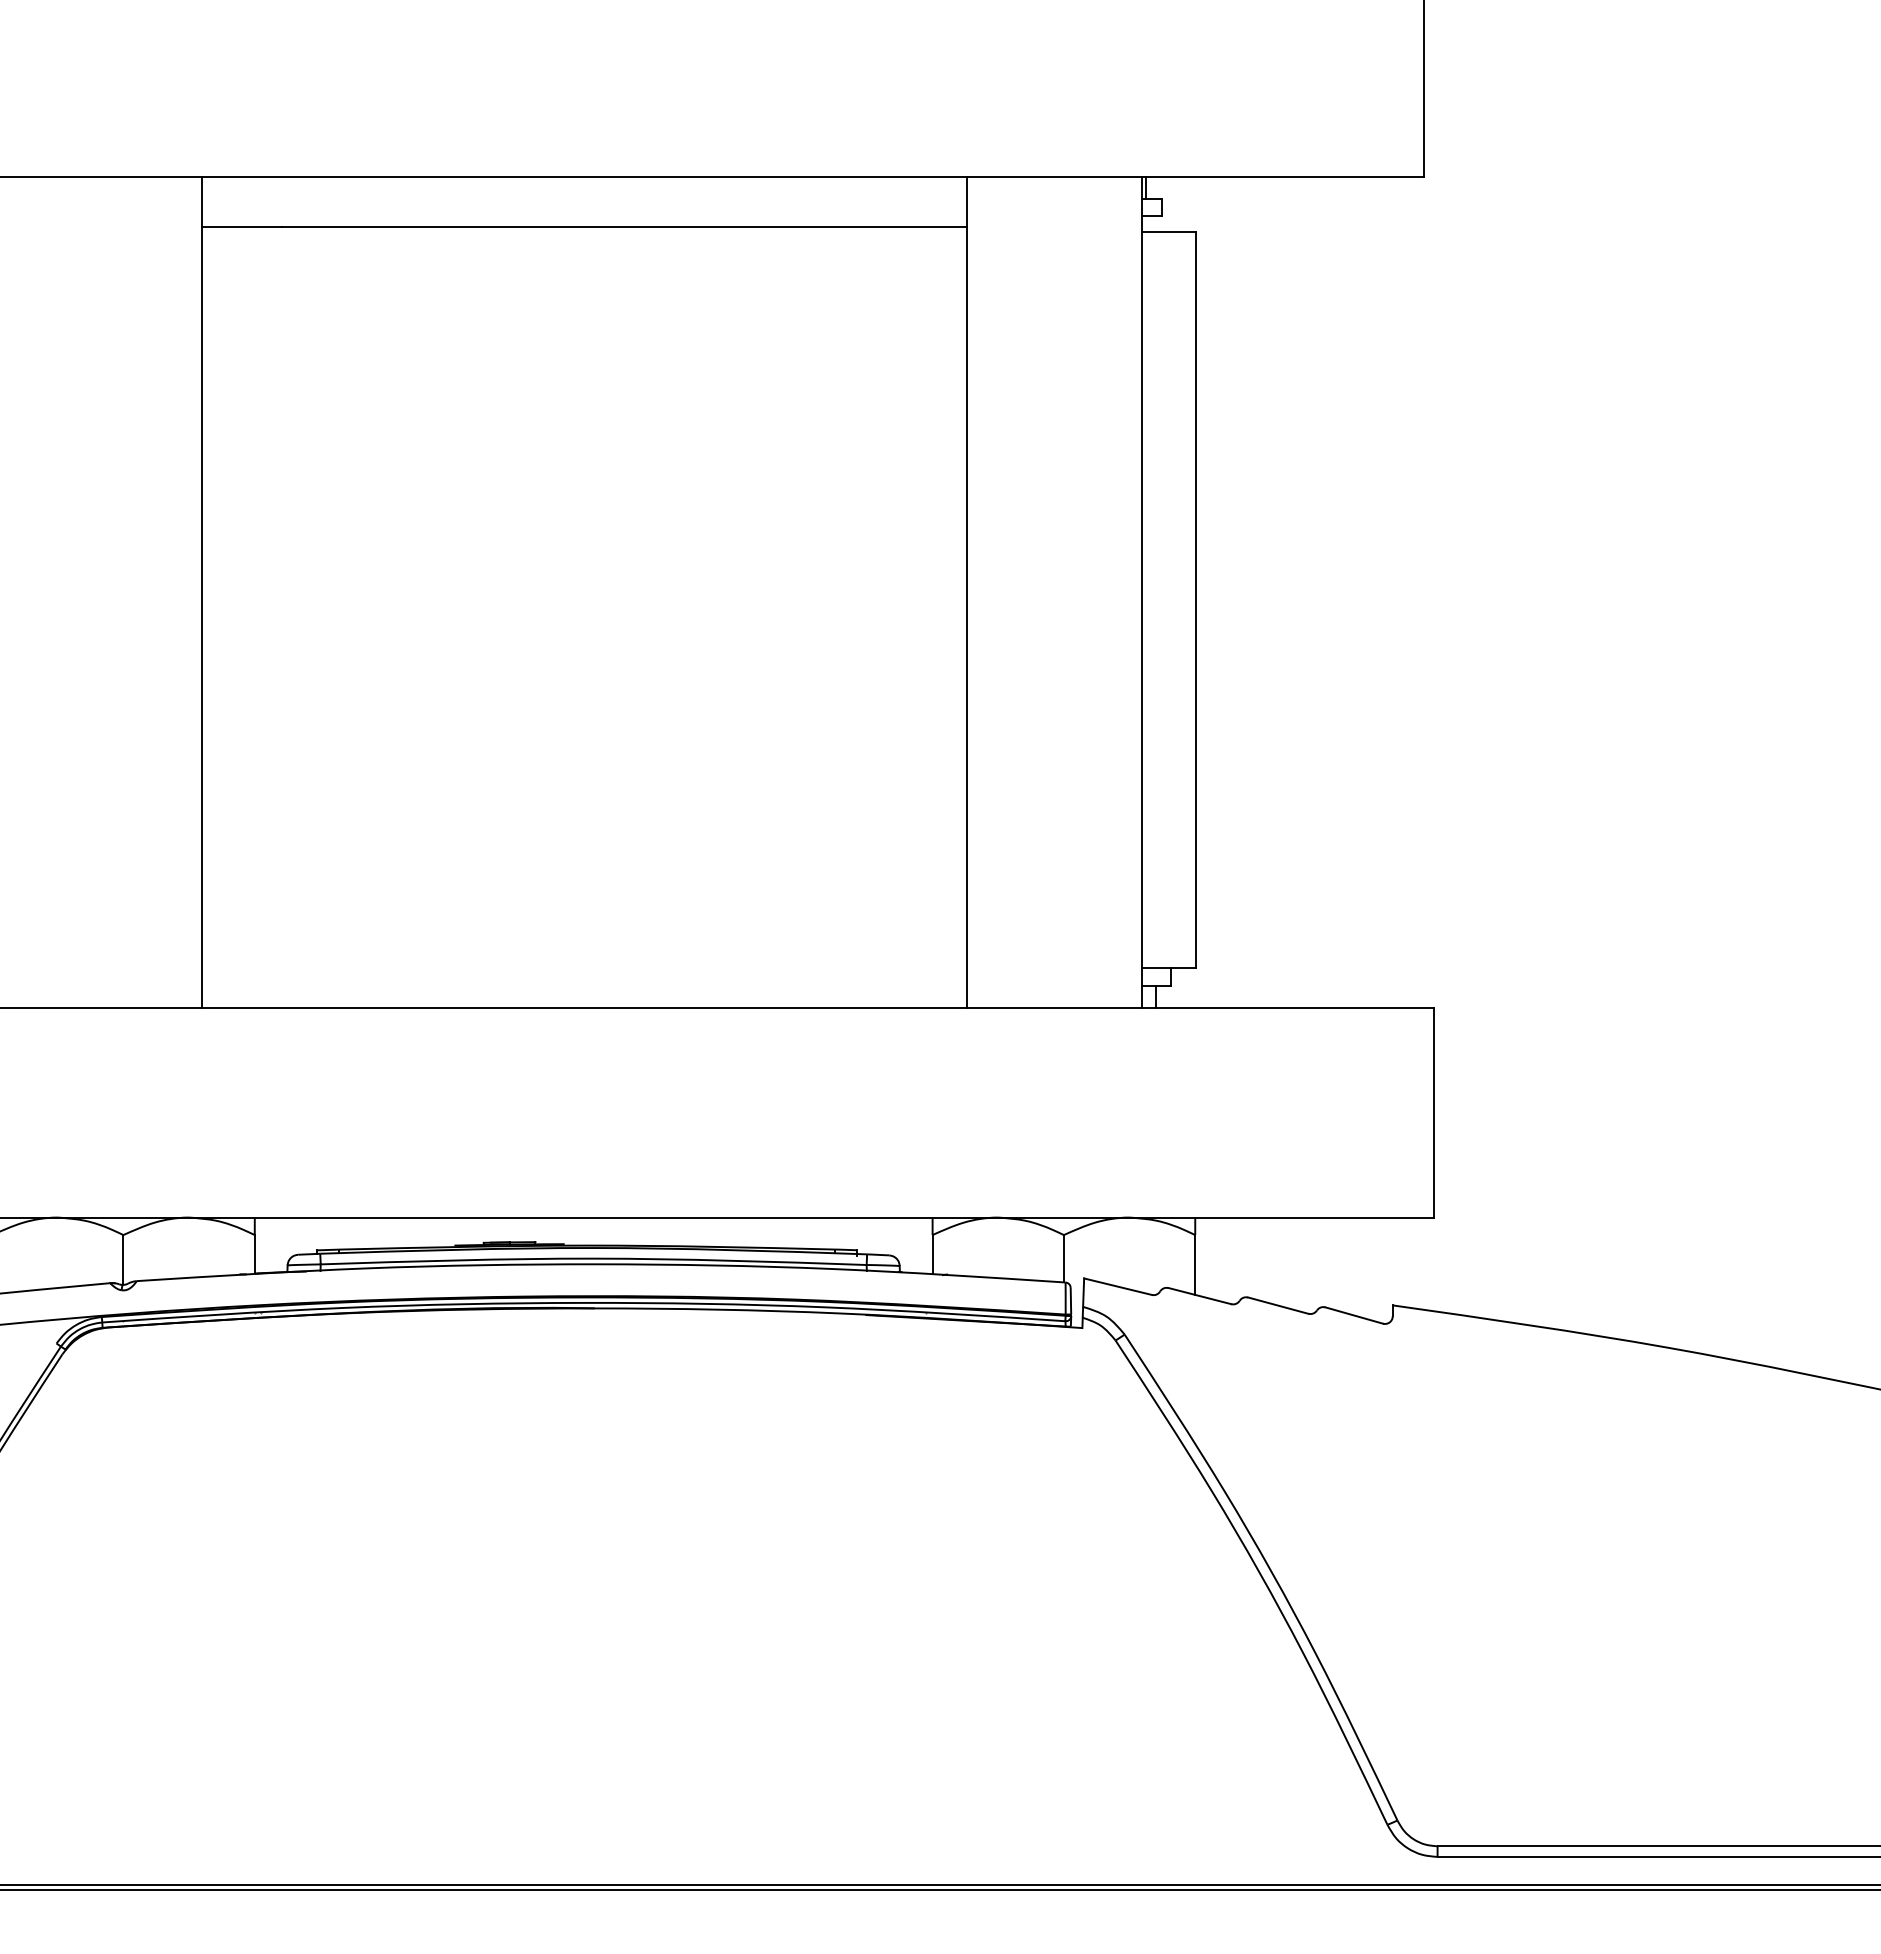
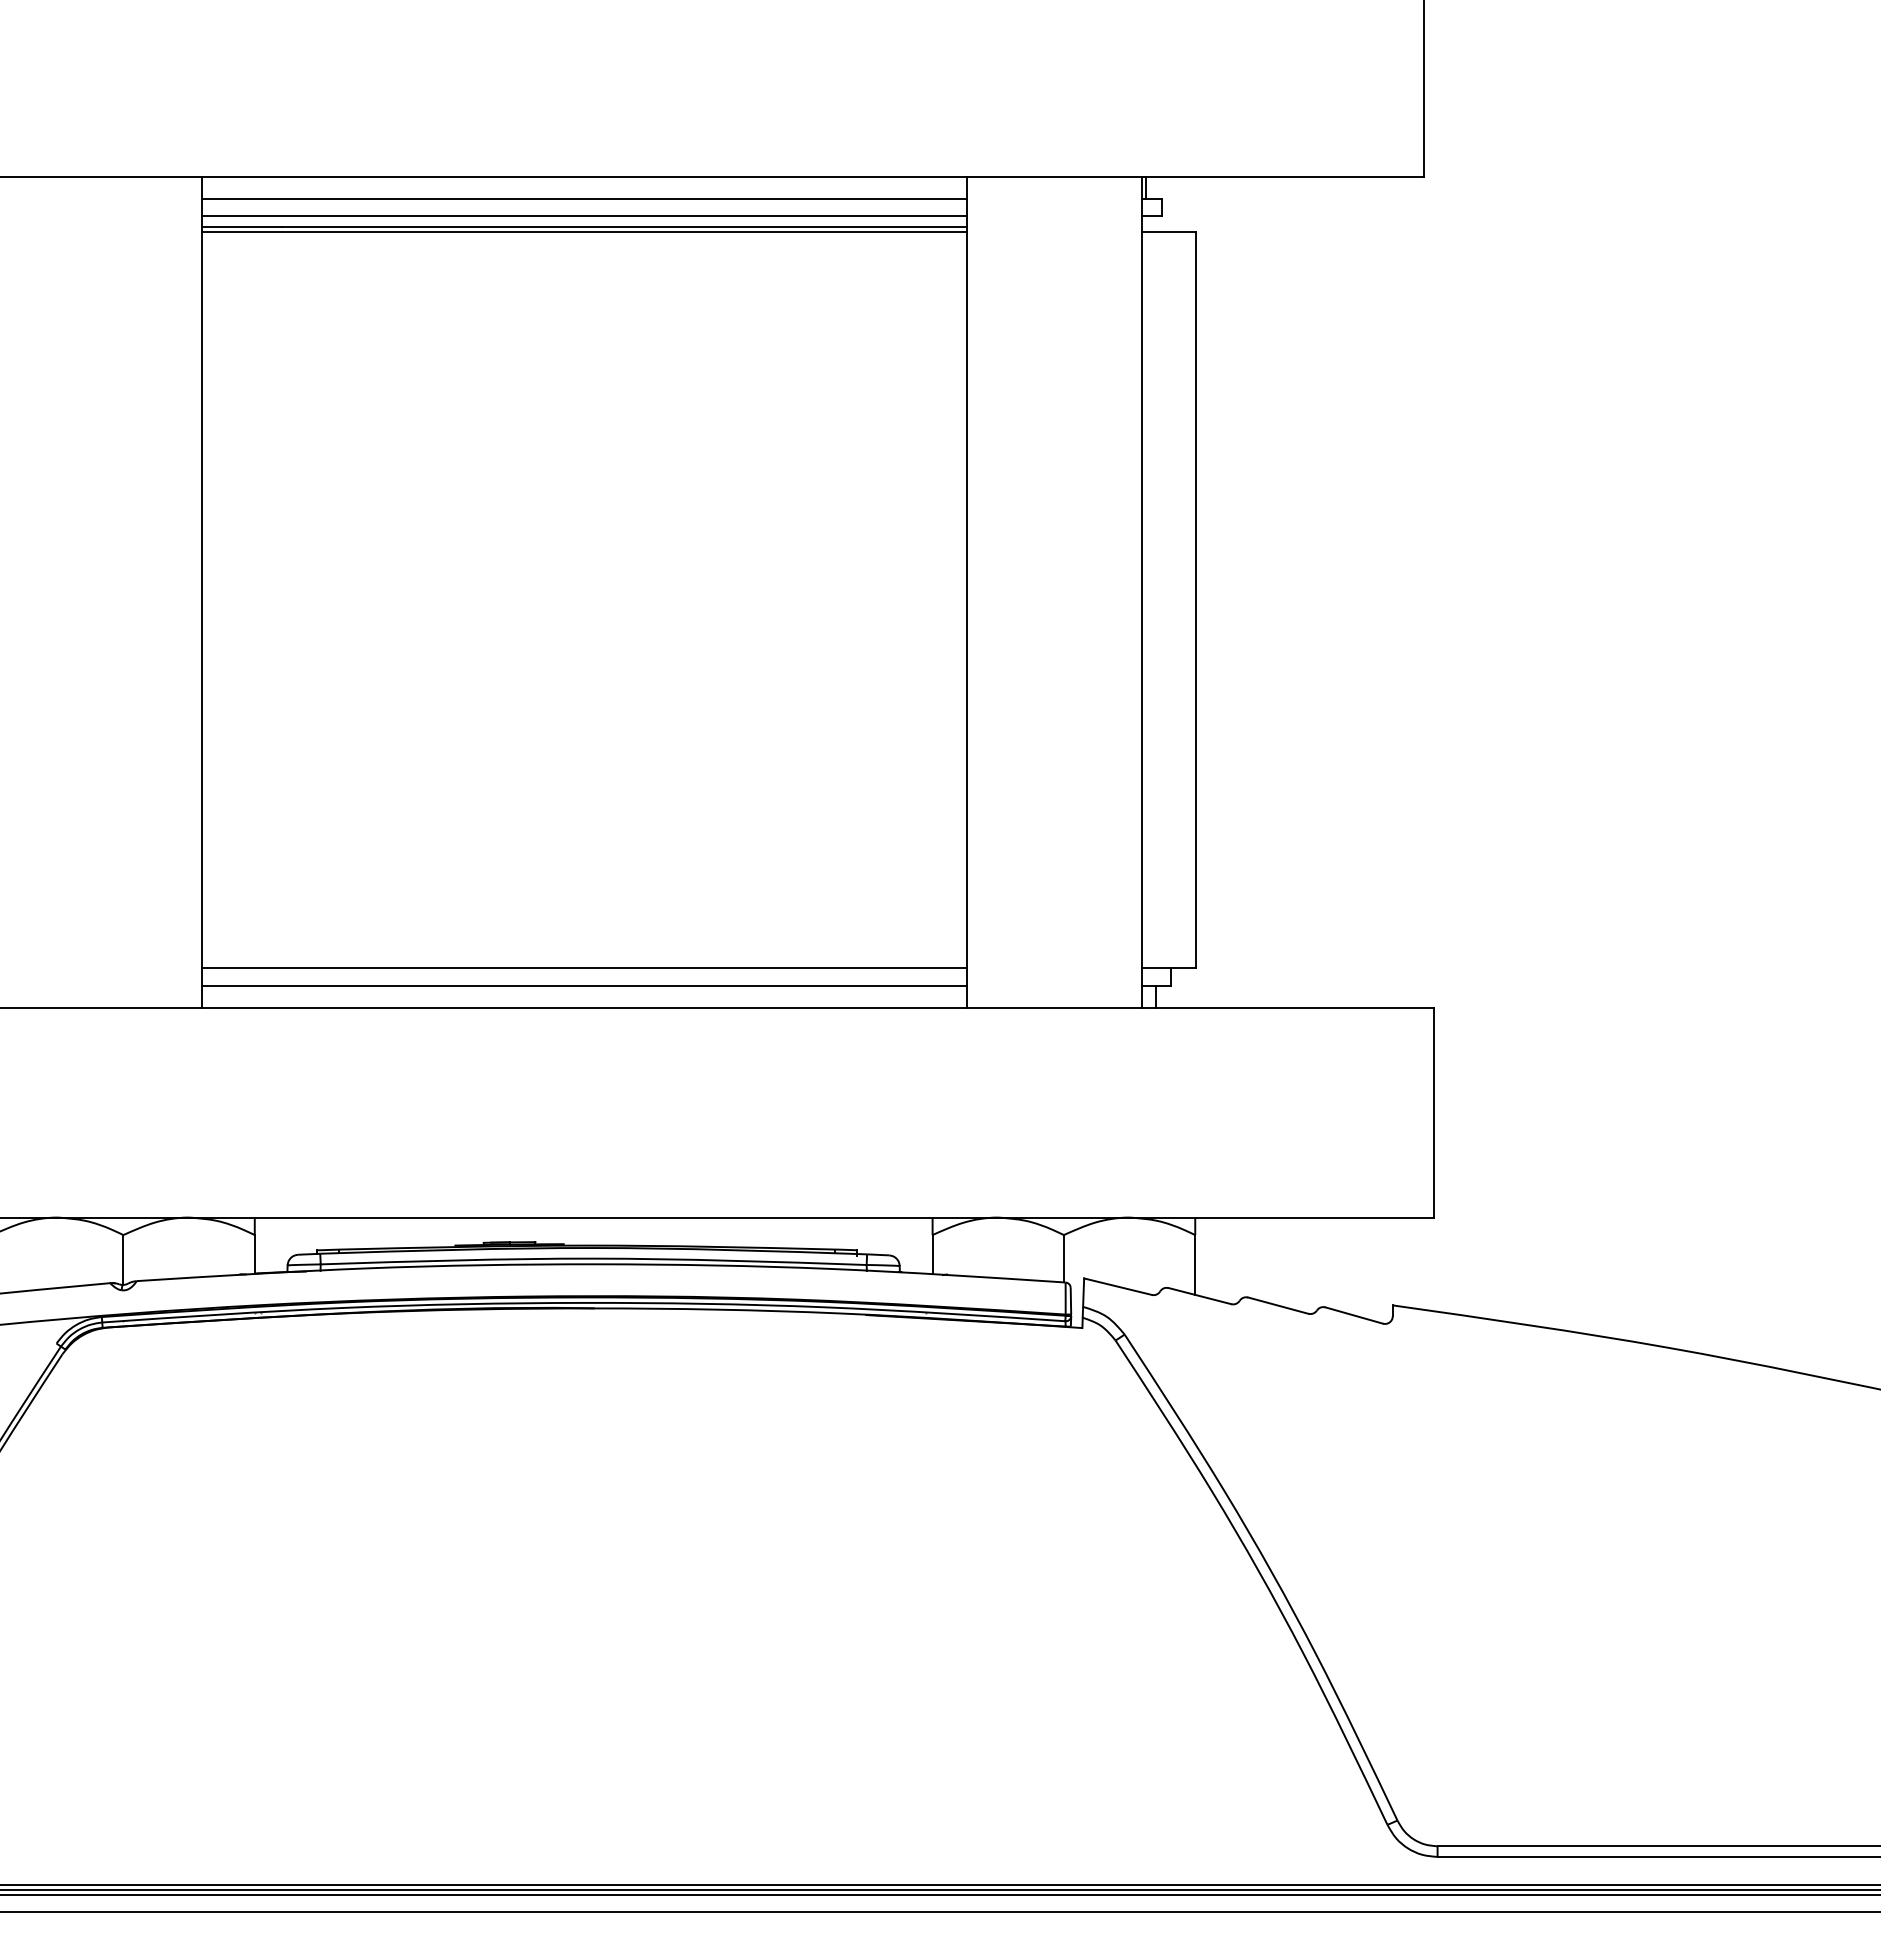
line at (583, 198): none -> present
line at (583, 216): none -> present
line at (584, 231): none -> present
line at (584, 968): none -> present
line at (583, 985): none -> present
line at (939, 1895): none -> present
line at (939, 1912): none -> present
